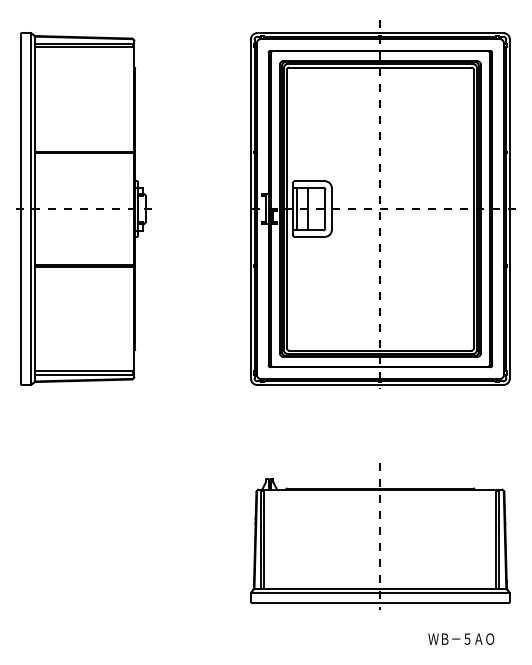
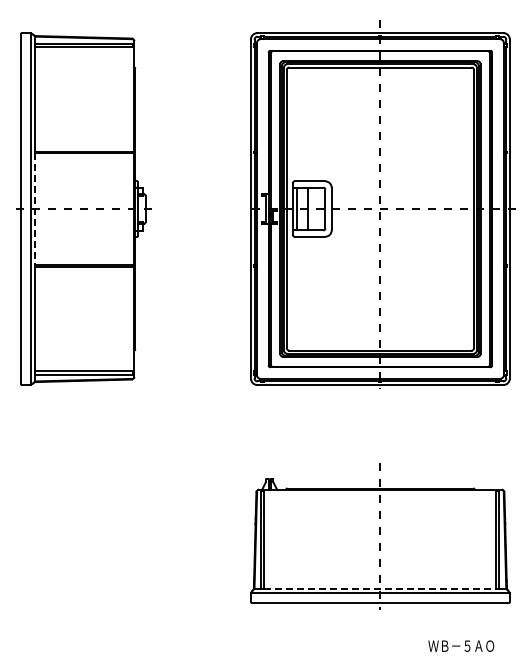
line at (35, 209): solid -> dashed
line at (380, 588): solid -> dashed
text at (461, 638) position: (461, 638) -> (461, 645)
